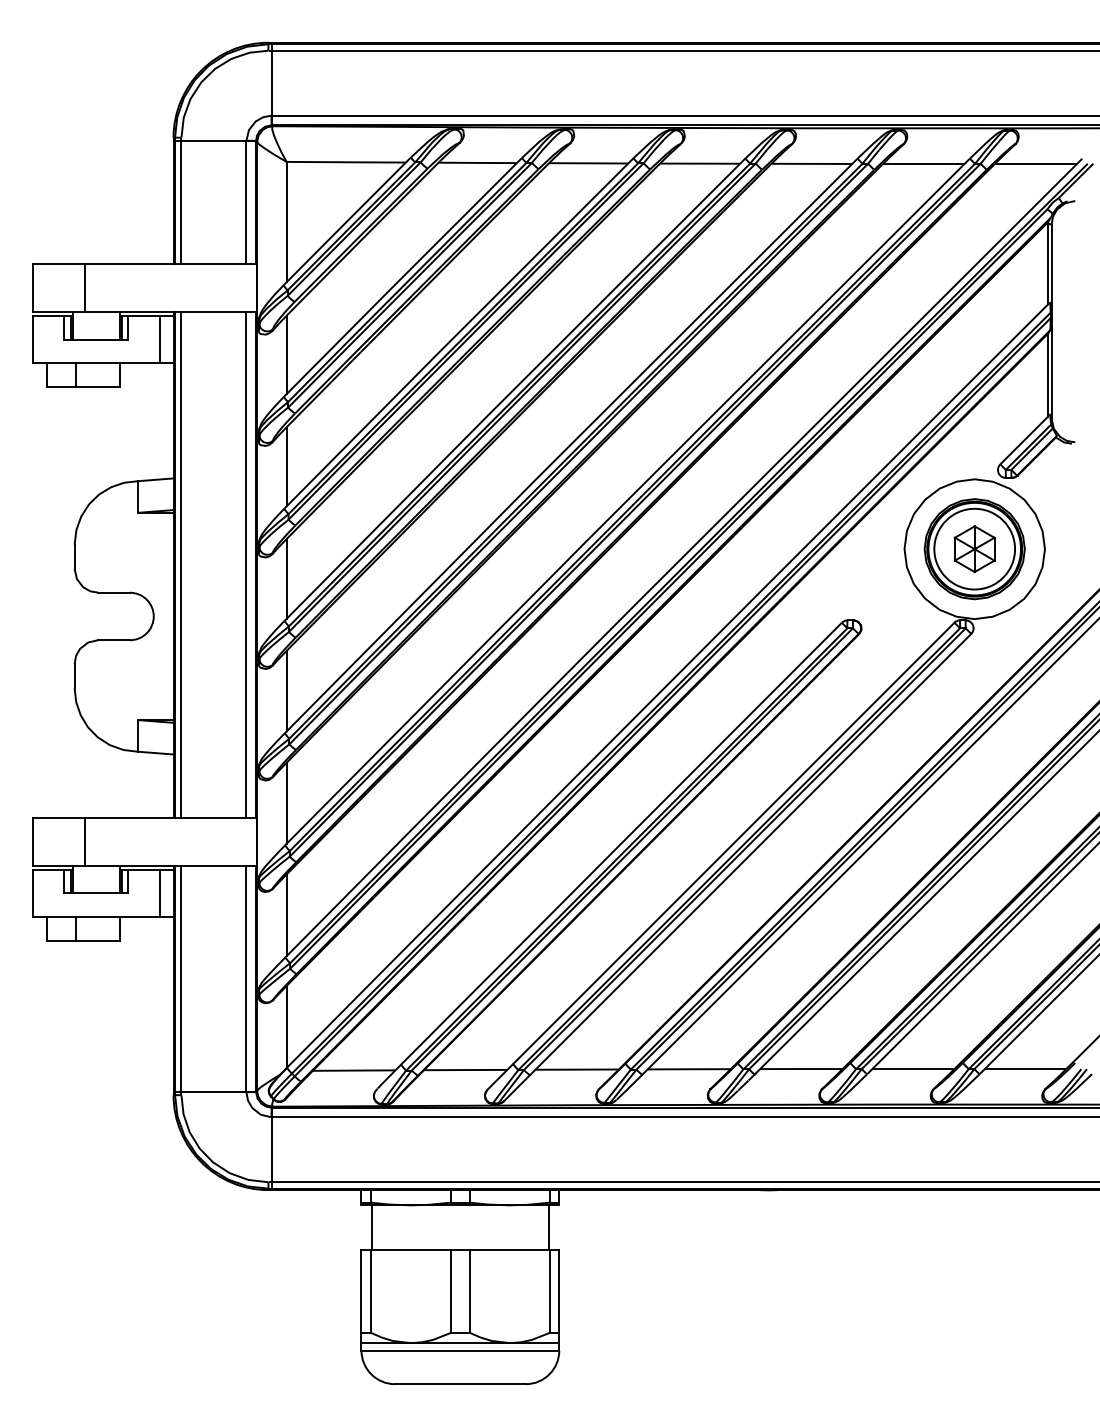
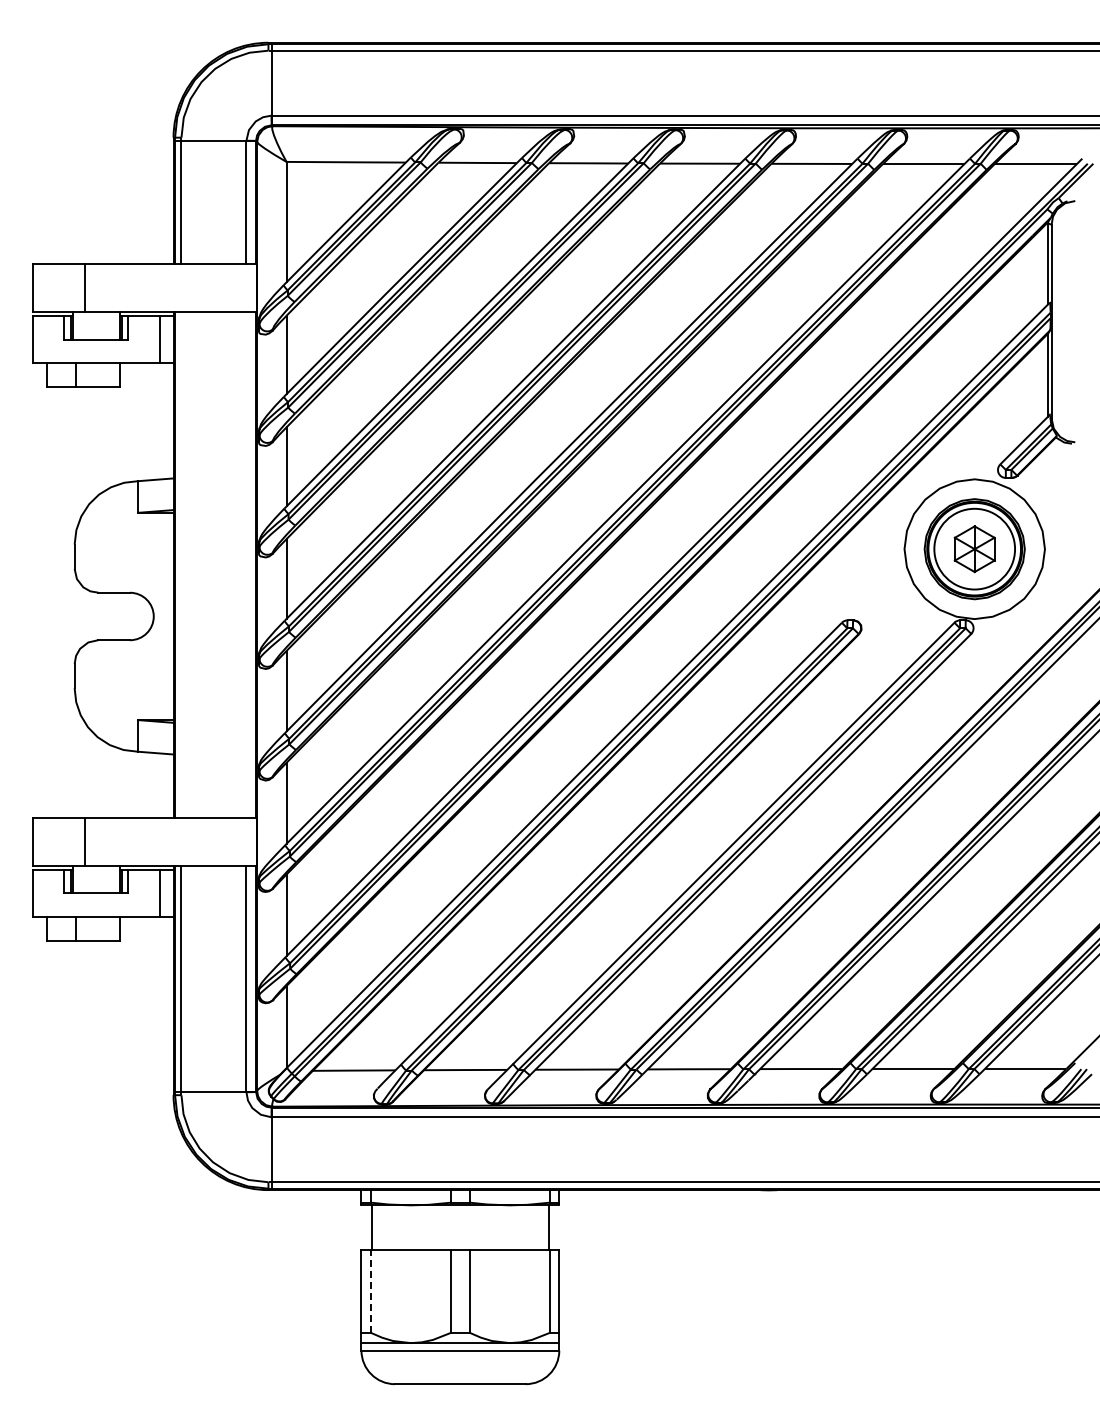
line at (181, 564): present -> none
line at (246, 564): present -> none
line at (370, 1291): solid -> dashed
